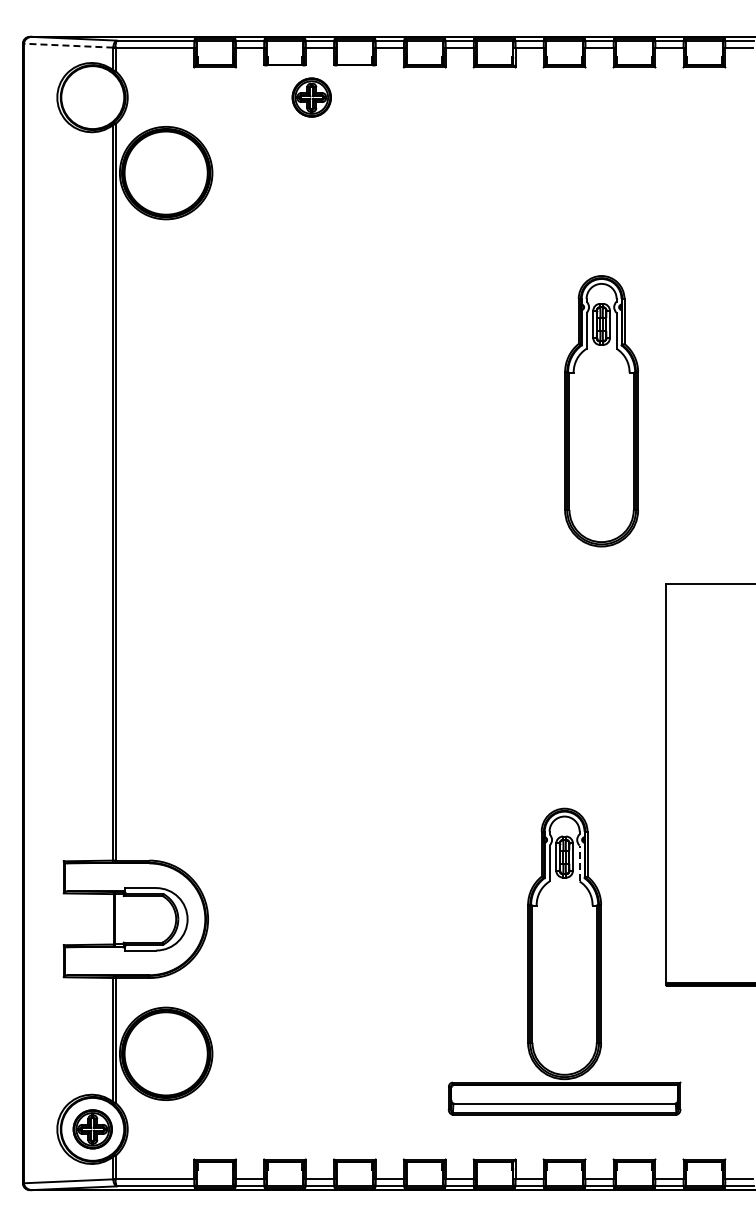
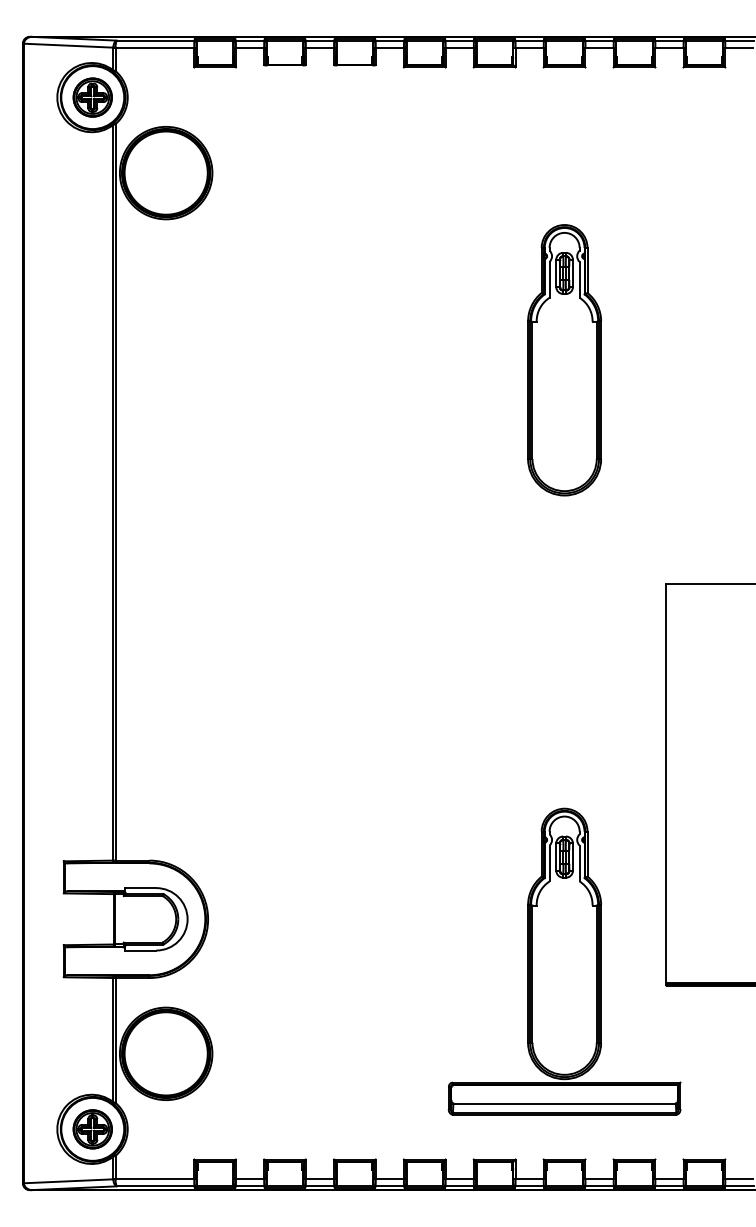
line at (68, 45): dashed -> solid
part at (311, 97) position: (311, 97) -> (92, 97)
part at (601, 411) position: (601, 411) -> (564, 360)
line at (579, 863): dashed -> solid
